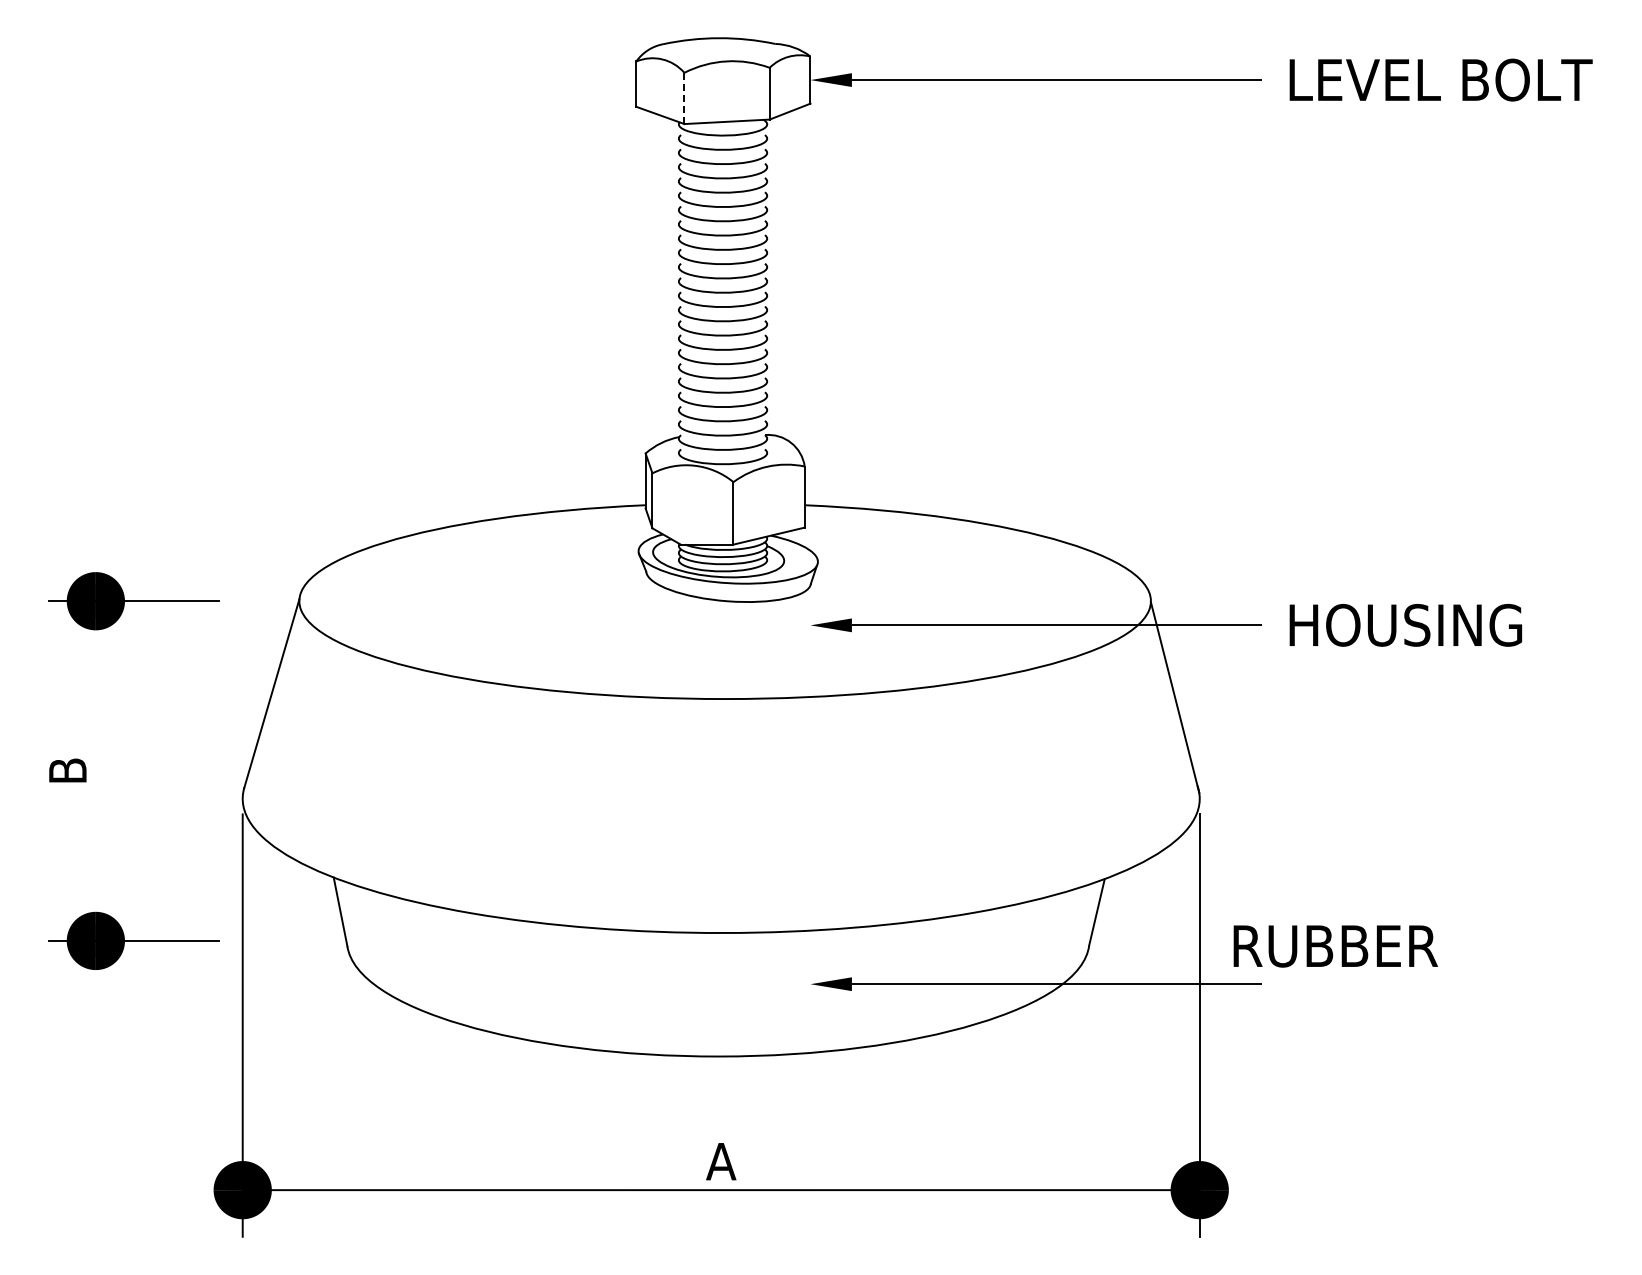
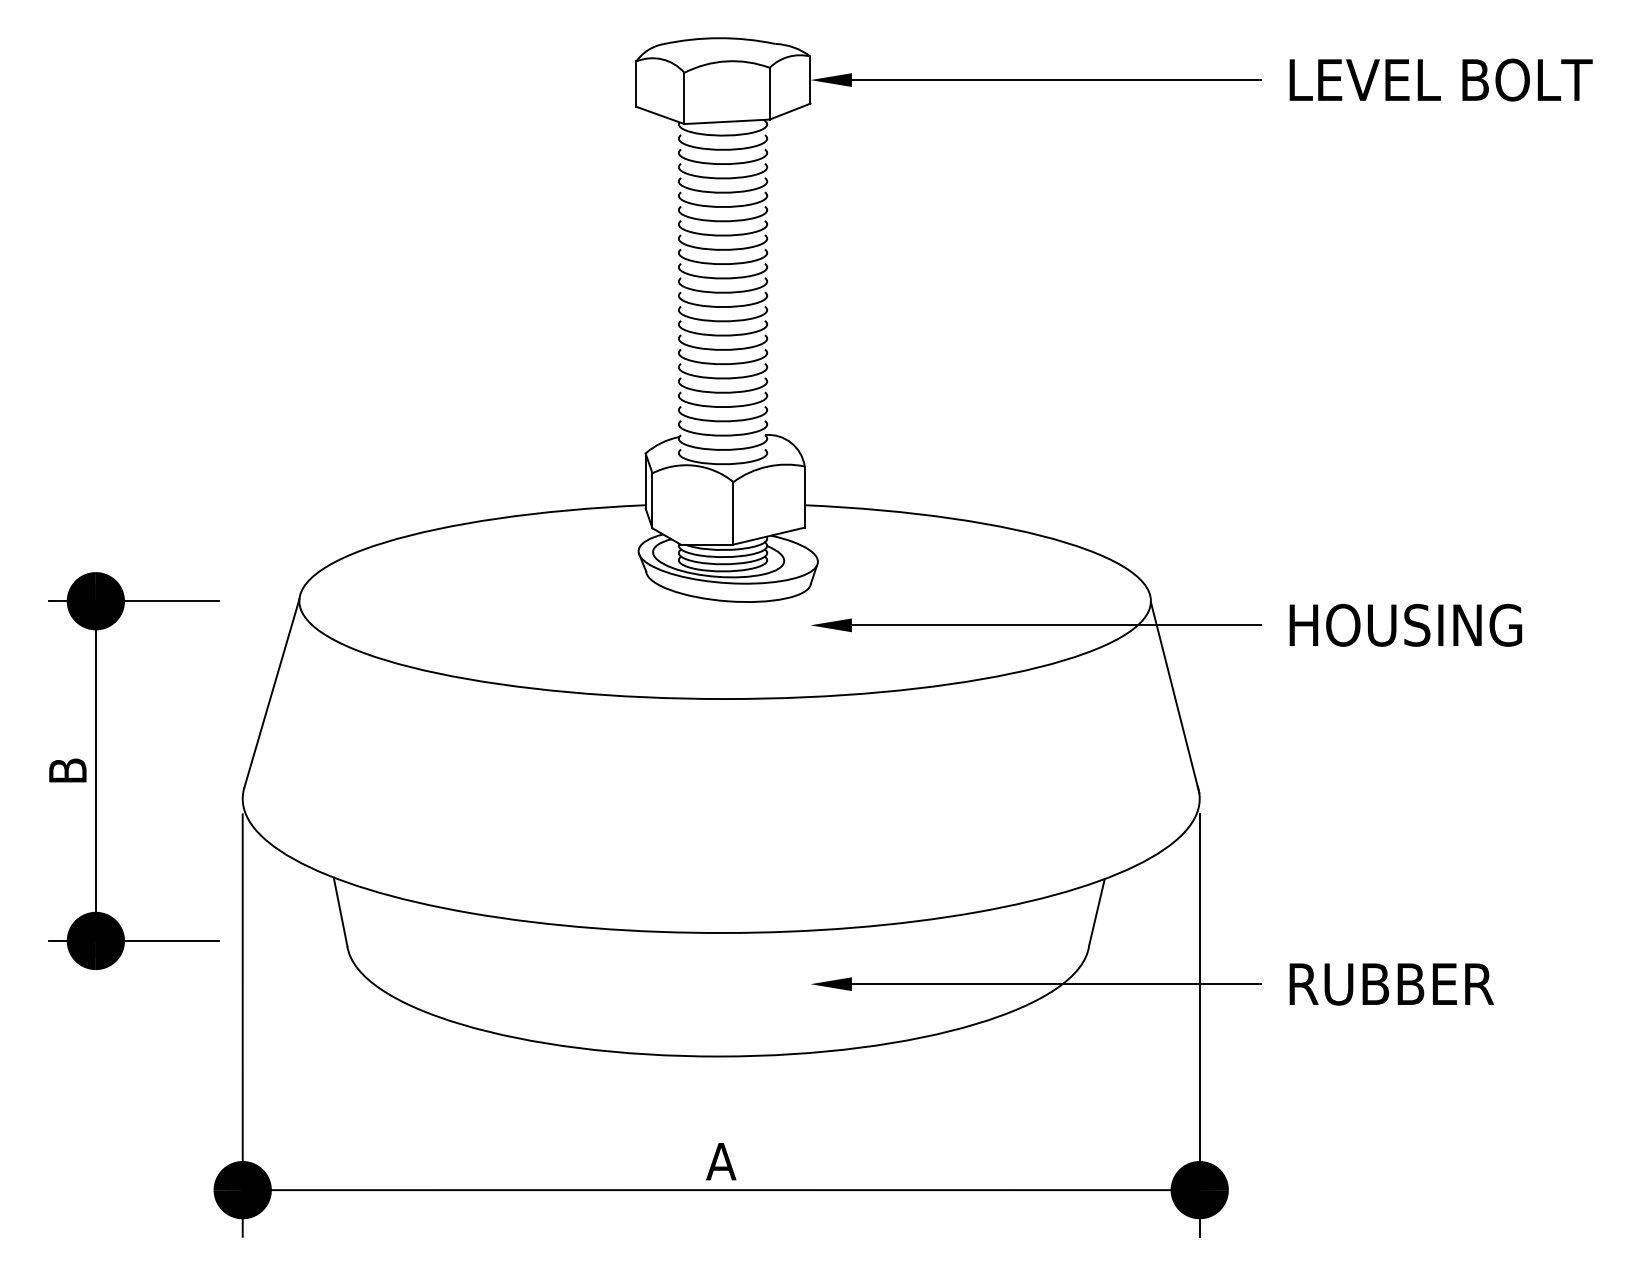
line at (684, 98): dashed -> solid
line at (95, 770): none -> present
text at (1335, 946) position: (1335, 946) -> (1391, 984)
